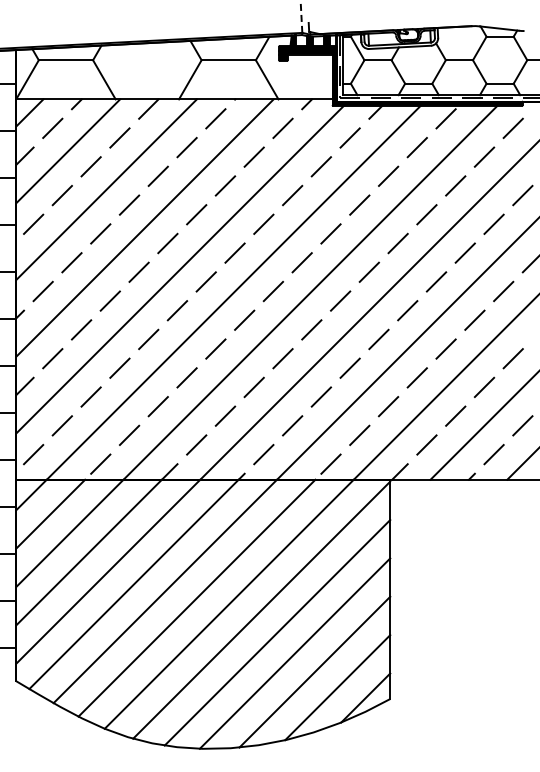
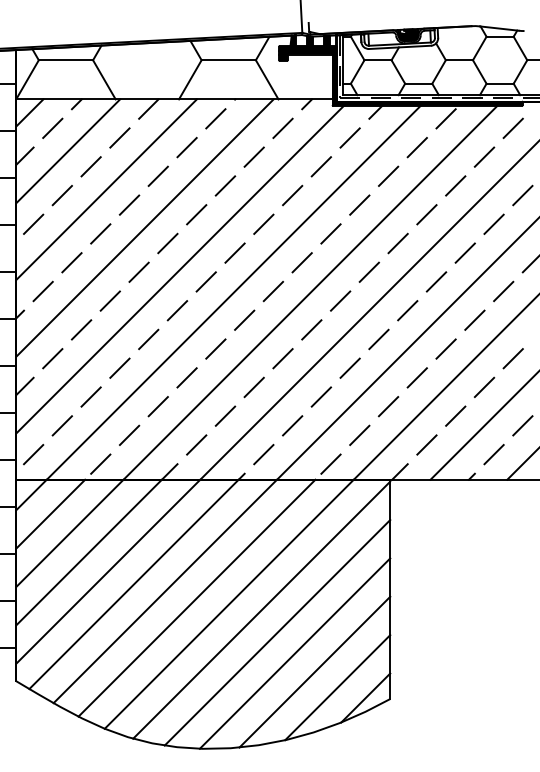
line at (301, 16): dashed -> solid
fill at (408, 35): none -> present
